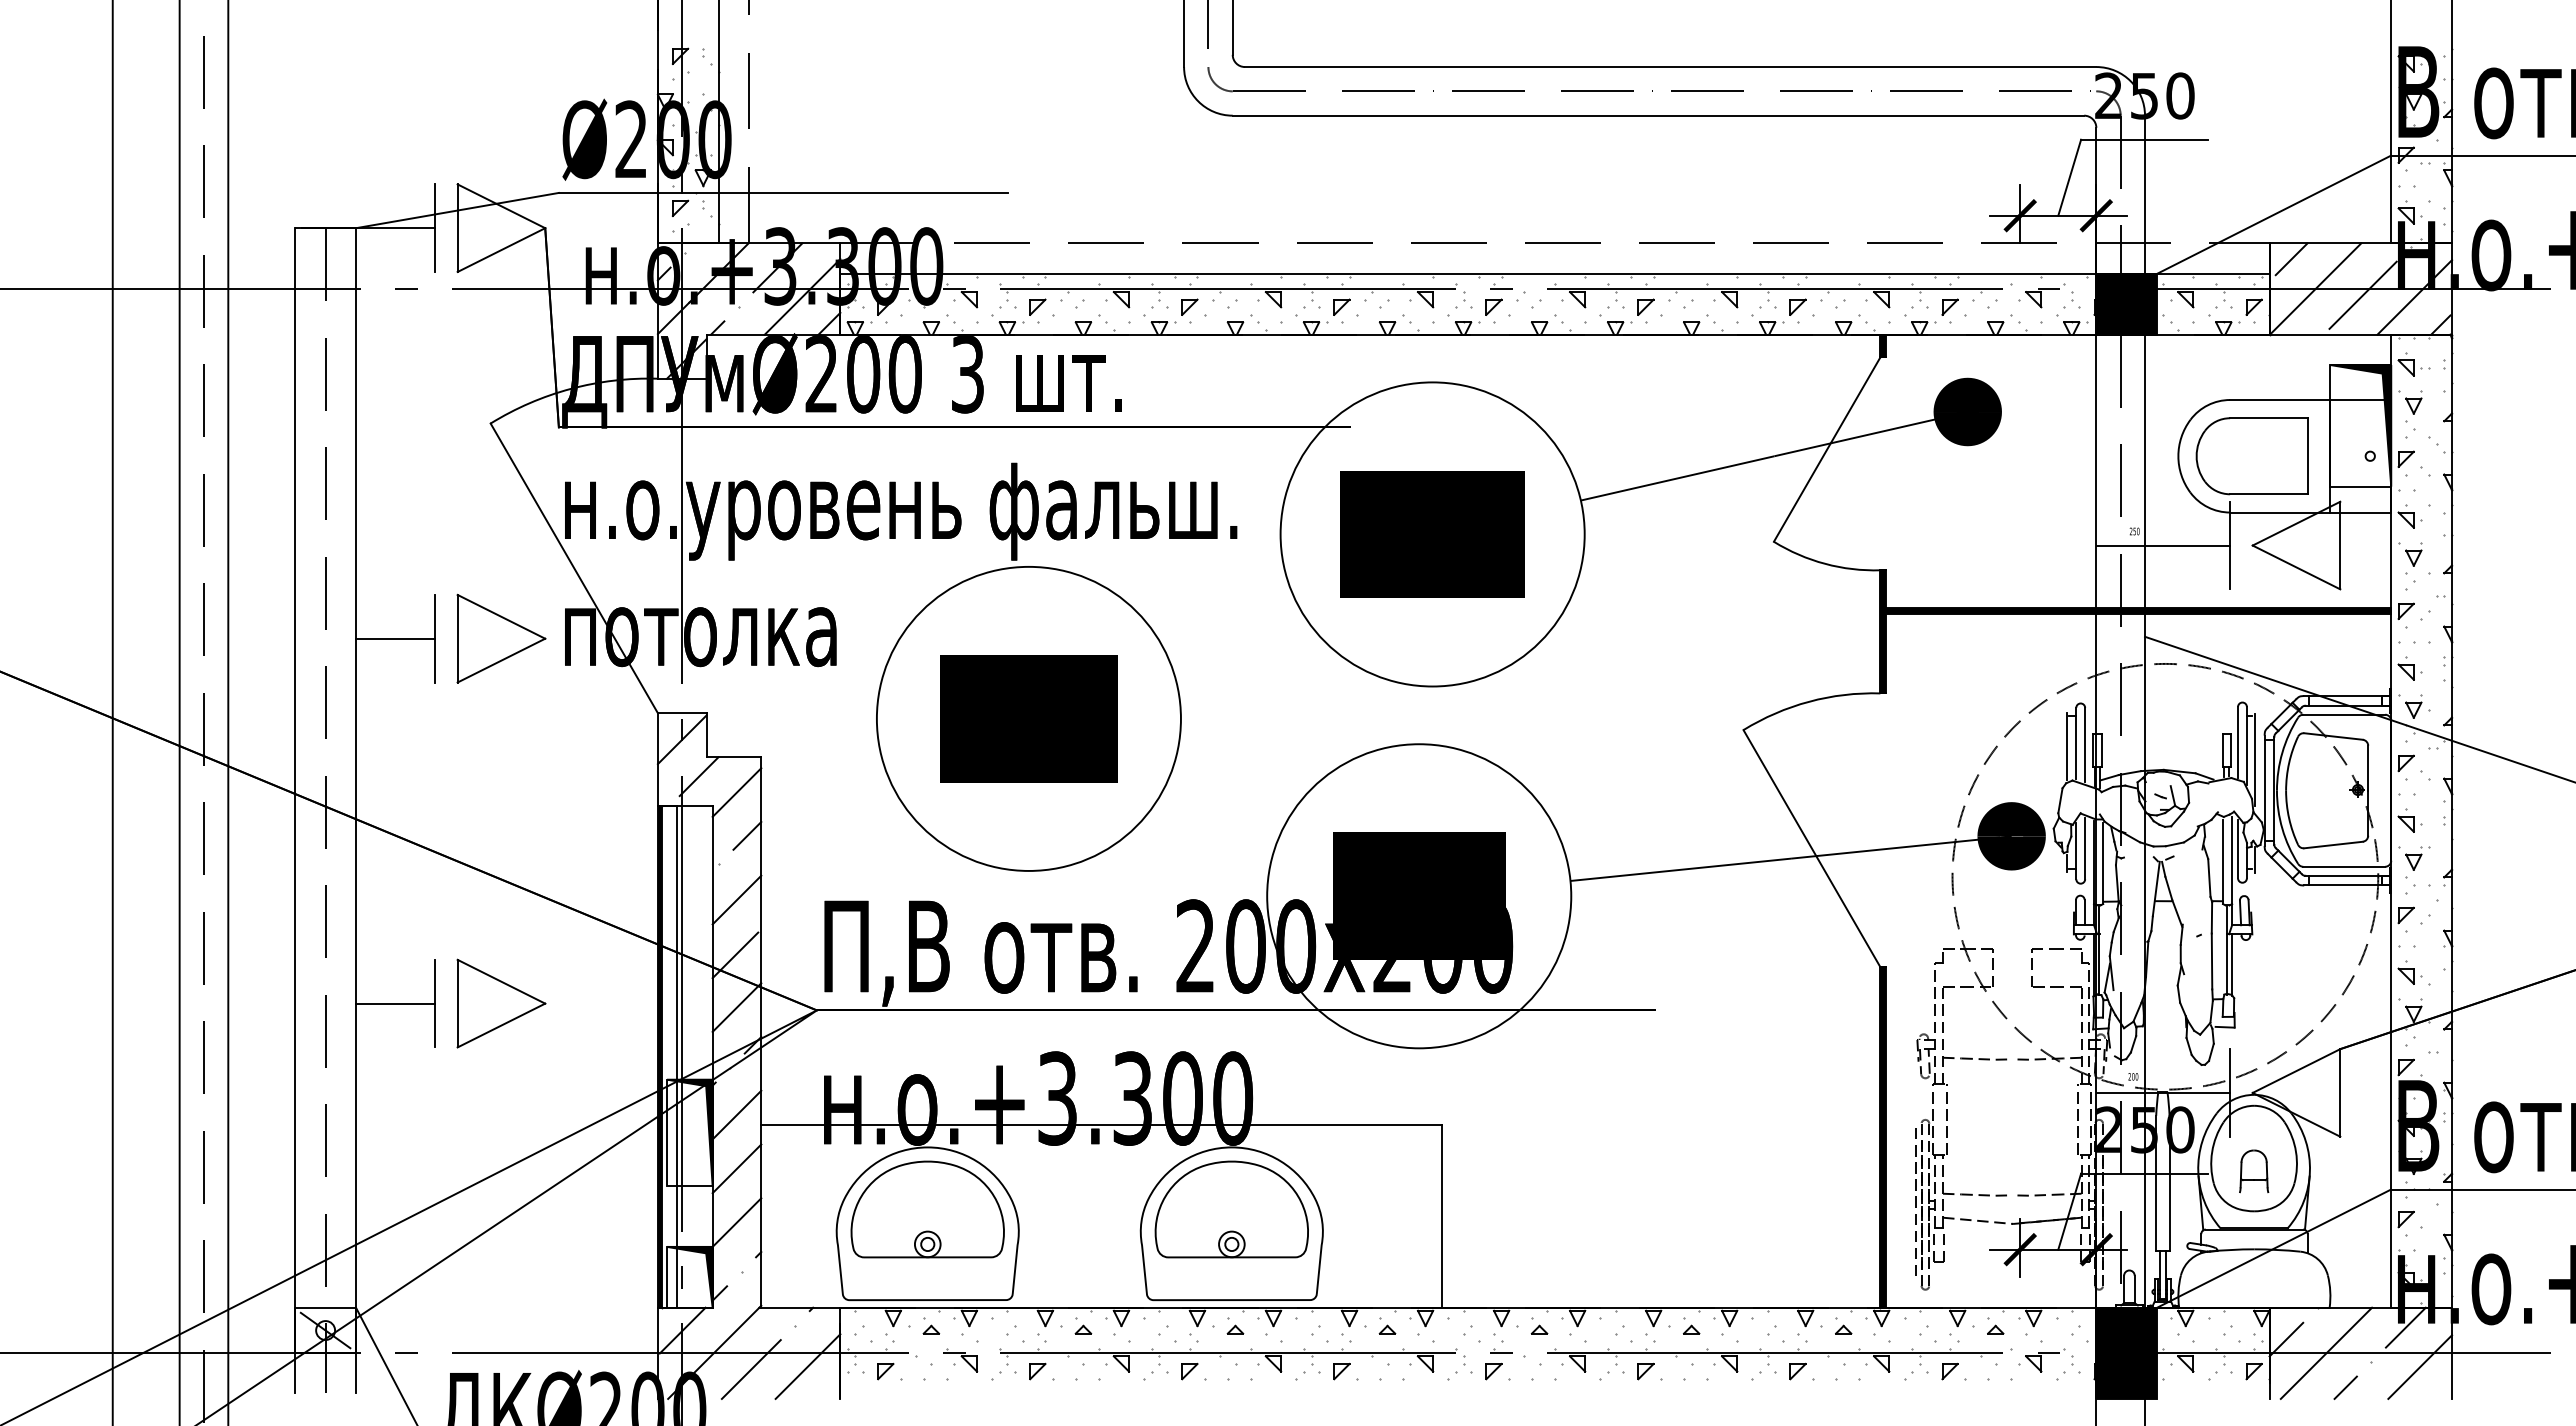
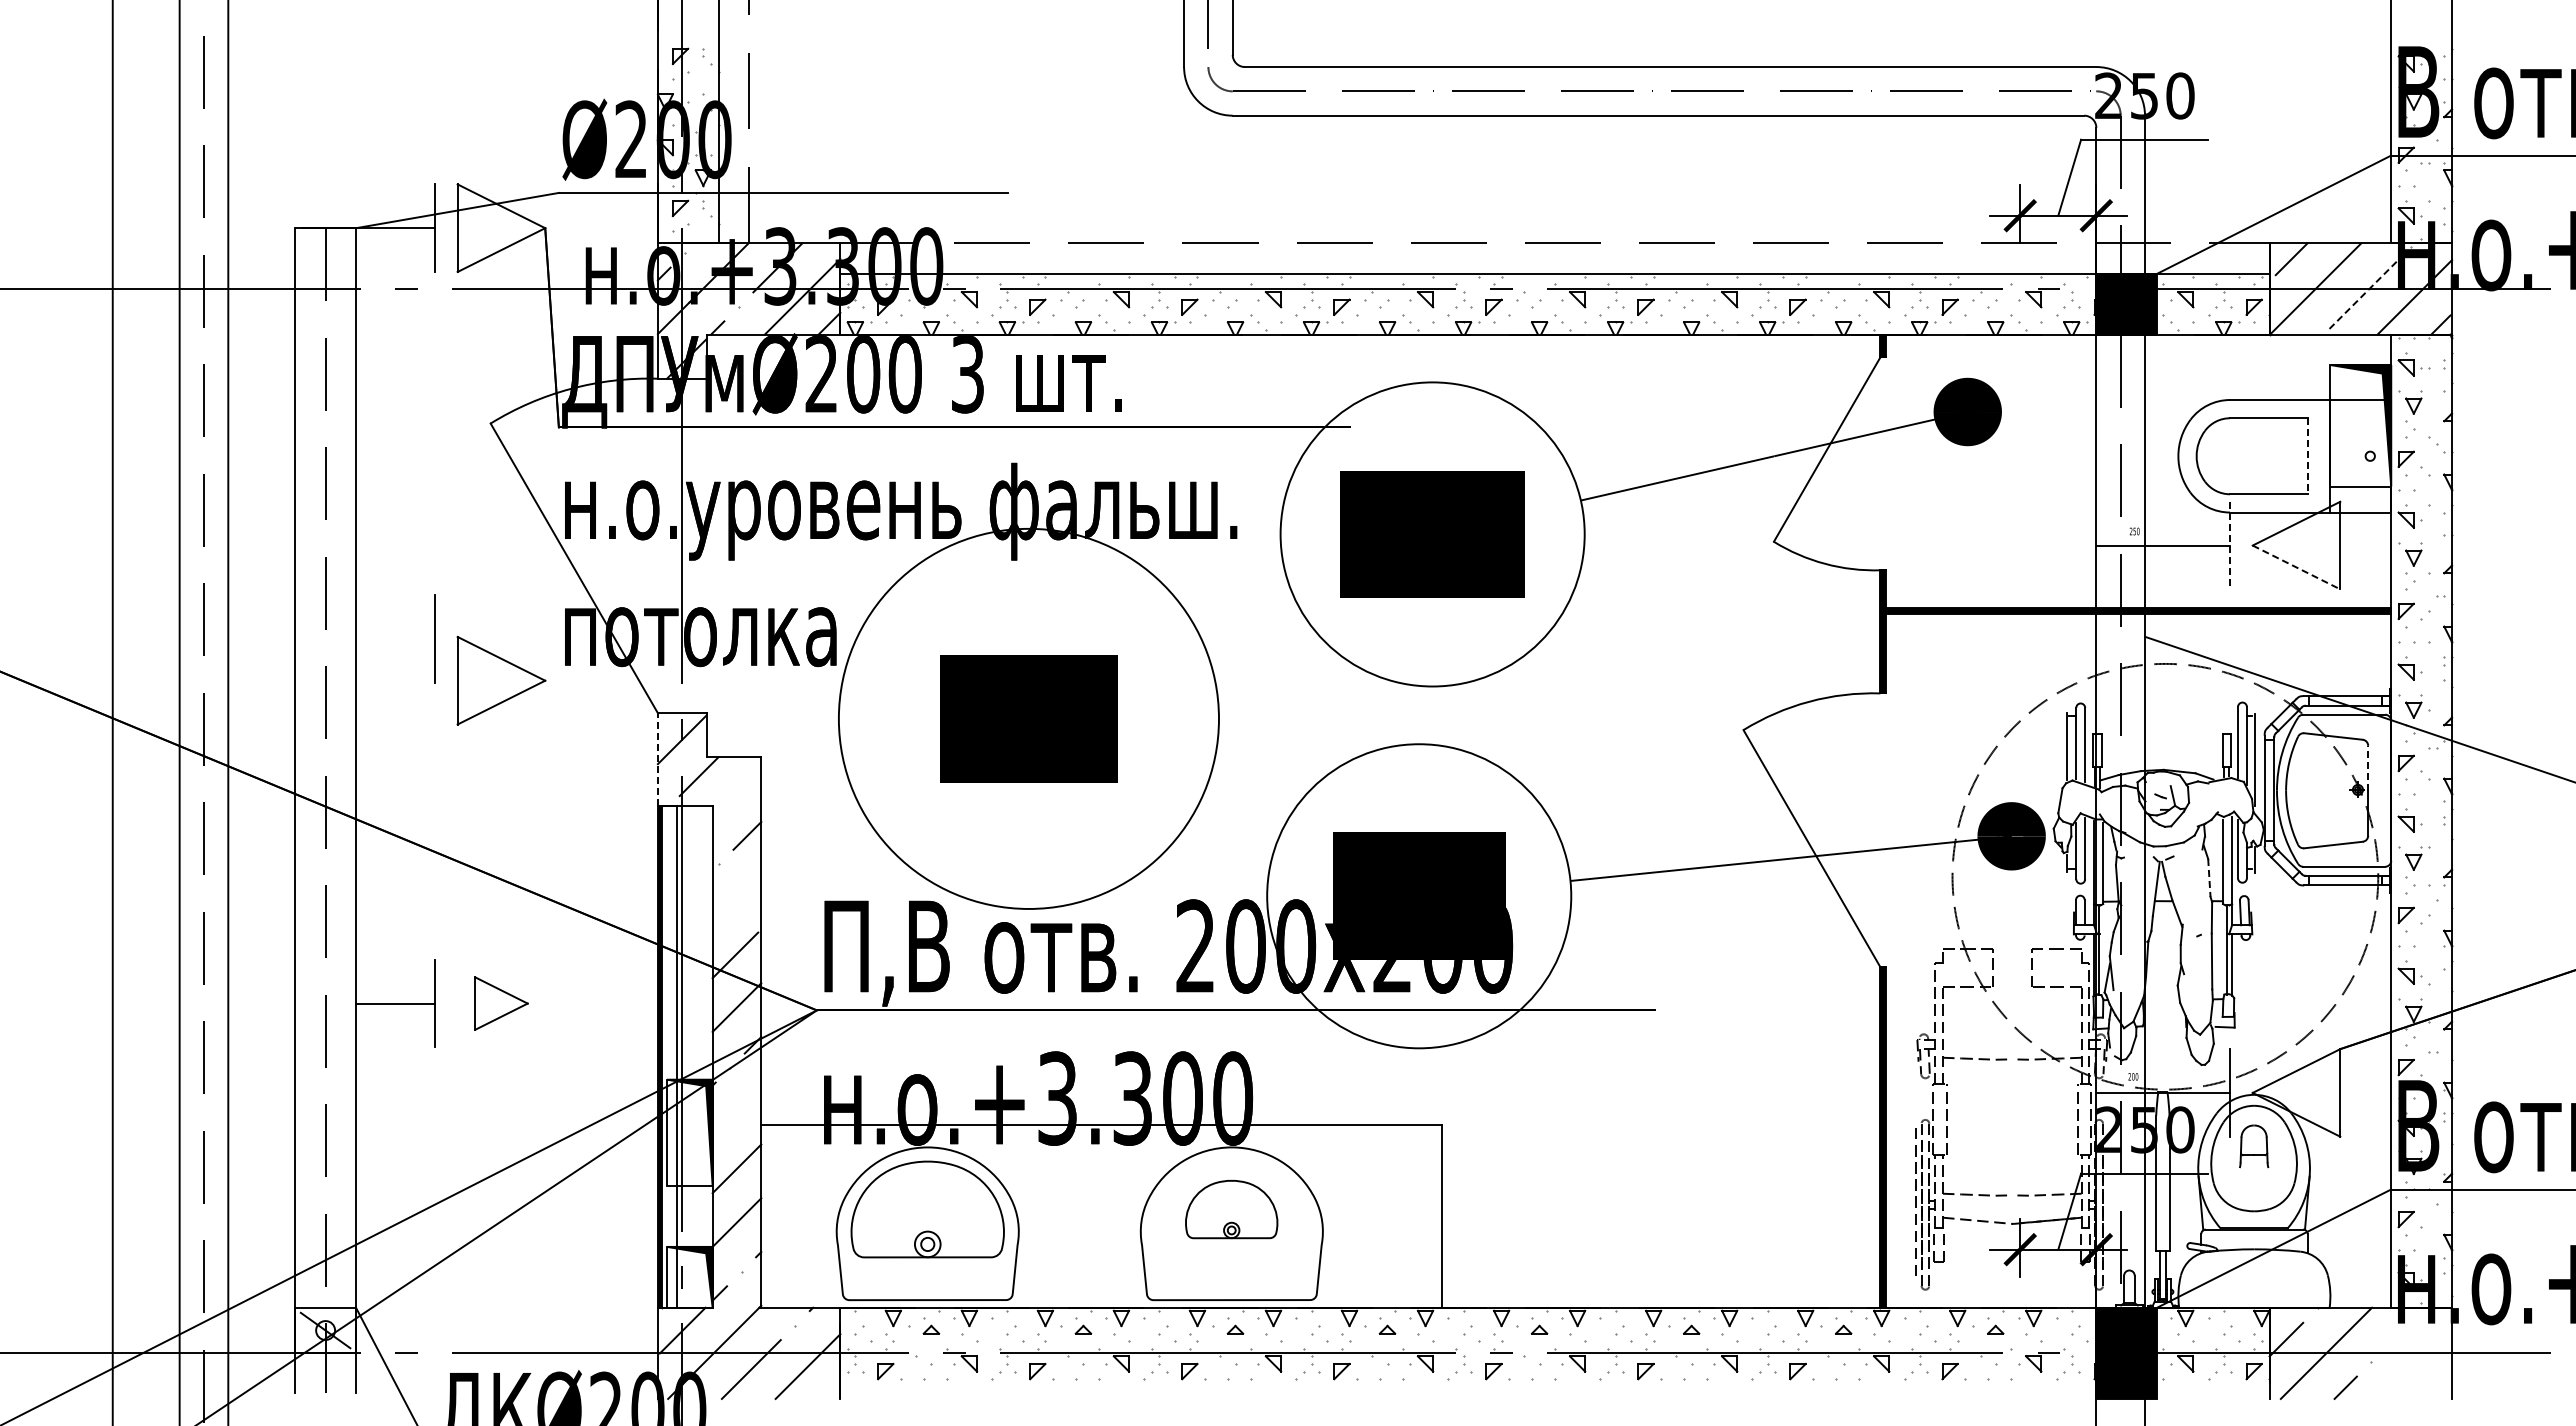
line at (2363, 295): solid -> dashed
line at (2307, 456): solid -> dashed
line at (2229, 545): solid -> dashed
line at (2296, 567): solid -> dashed
line at (395, 638): present -> none
part at (501, 638) position: (501, 638) -> (501, 680)
circle at (1028, 718) diameter: 304 px -> 380 px
line at (657, 759): solid -> dashed
line at (2368, 767): solid -> dashed
line at (736, 792): present -> none
line at (2209, 878): solid -> dashed
line at (736, 899): present -> none
part at (501, 1003) size: 91x91 px -> 55x55 px
line at (736, 1114): present -> none
part at (2254, 1171) position: (2254, 1171) -> (2254, 1146)
part at (1231, 1209) size: 155x99 px -> 94x60 px
line at (2405, 1327): present -> none
line at (2420, 1366): present -> none
